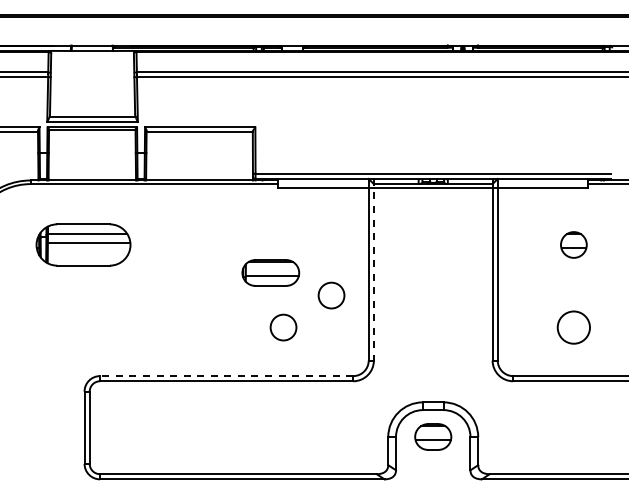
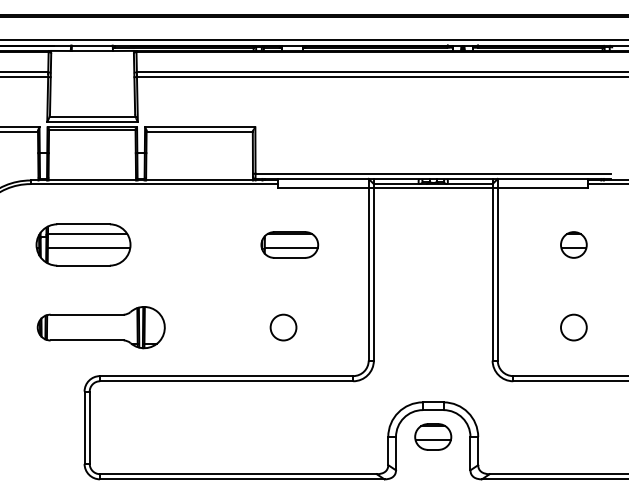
line at (313, 40): none -> present
line at (88, 243) position: (88, 243) -> (88, 248)
line at (373, 269): dashed -> solid
part at (270, 272) position: (270, 272) -> (289, 244)
circle at (331, 295): present -> none
part at (100, 327): none -> present
circle at (573, 327) size: 35x35 px -> 28x29 px
line at (226, 376): dashed -> solid
